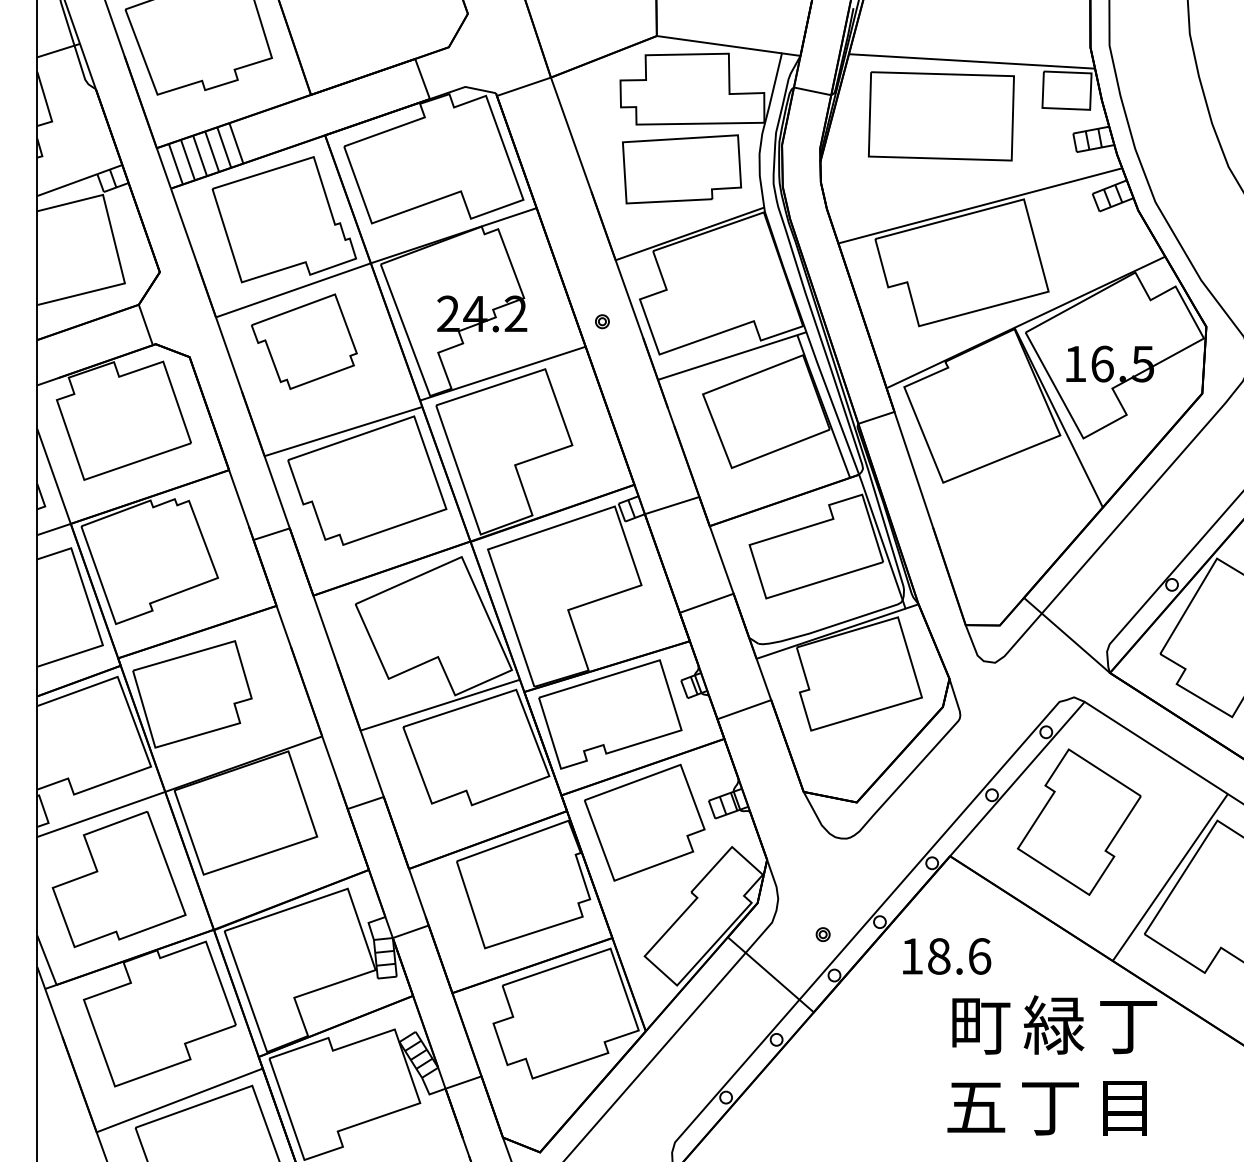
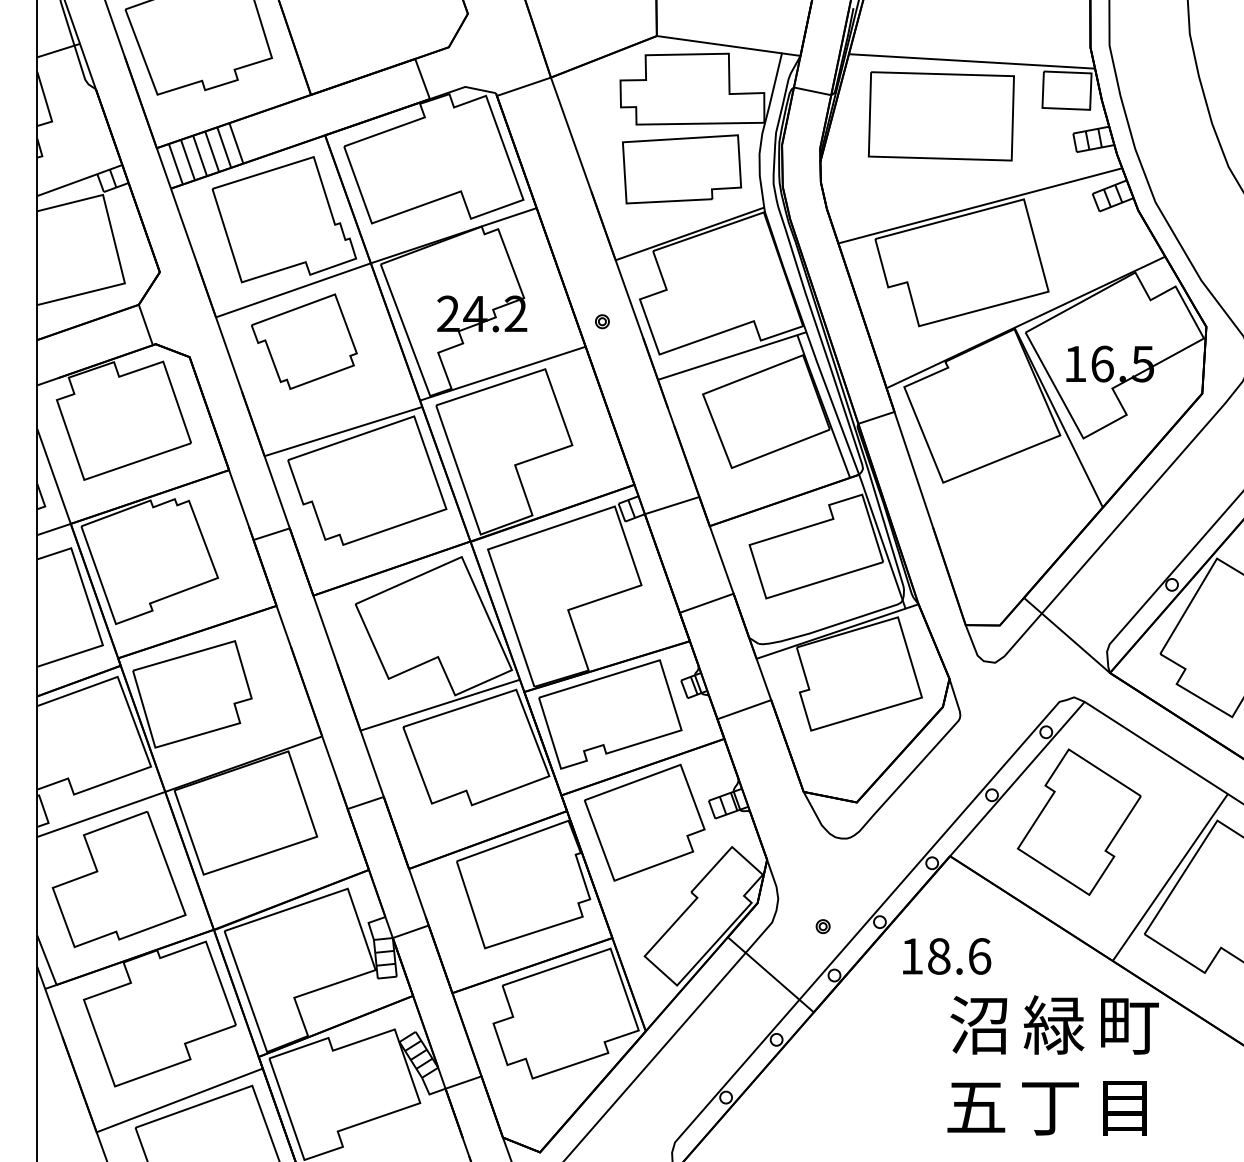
part at (822, 934) position: (822, 934) -> (822, 926)
text at (980, 1025): 町 -> 沼
text at (1129, 1026): 丁 -> 町
